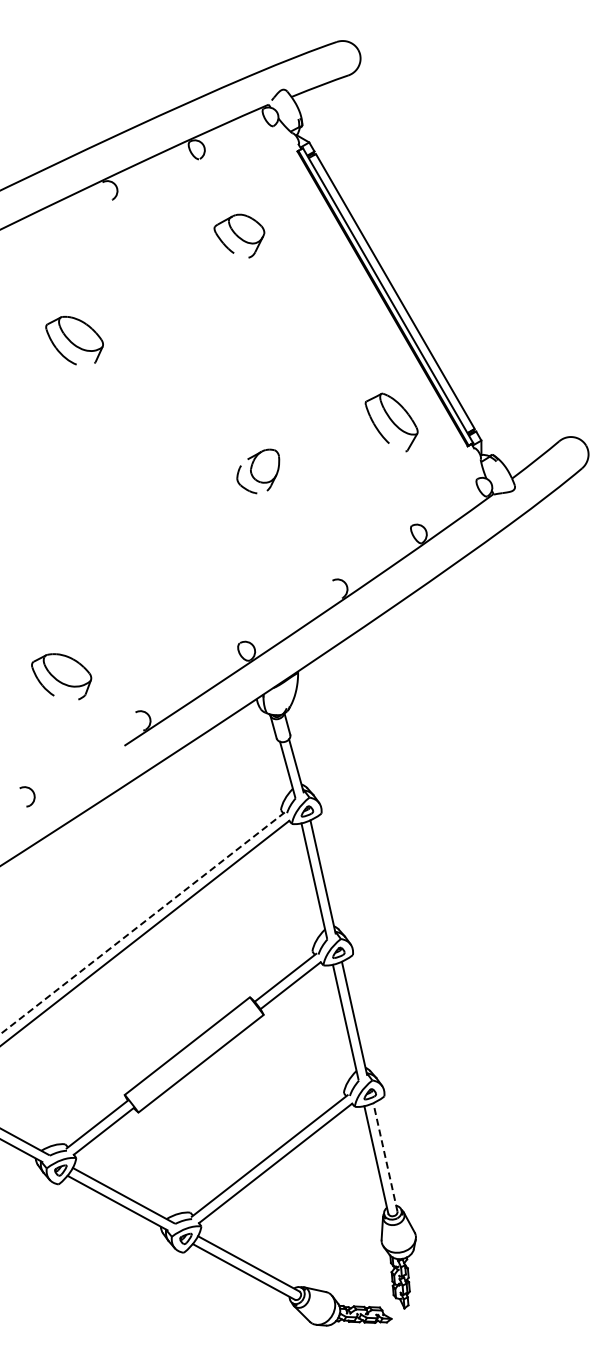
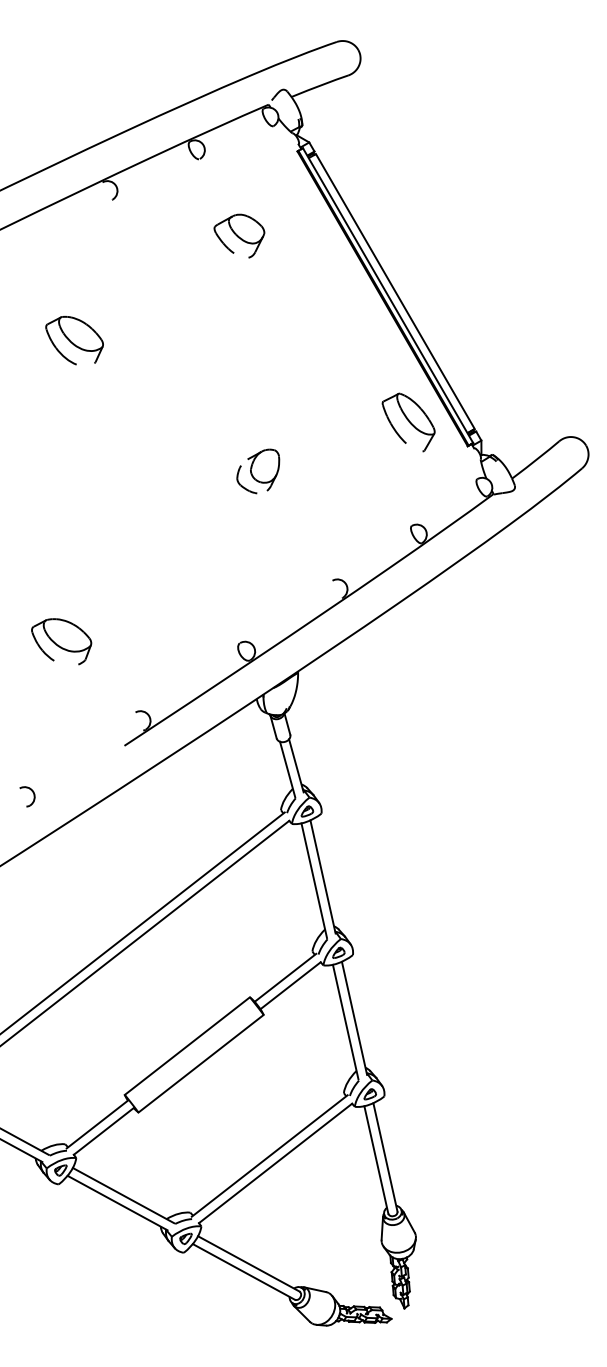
part at (391, 422) position: (391, 422) -> (408, 422)
part at (61, 676) position: (61, 676) -> (61, 641)
line at (142, 923): dashed -> solid
line at (385, 1157): dashed -> solid
